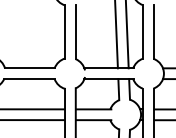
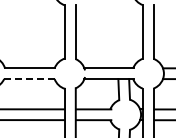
line at (116, 35): present -> none
line at (126, 35): present -> none
line at (29, 79): solid -> dashed
